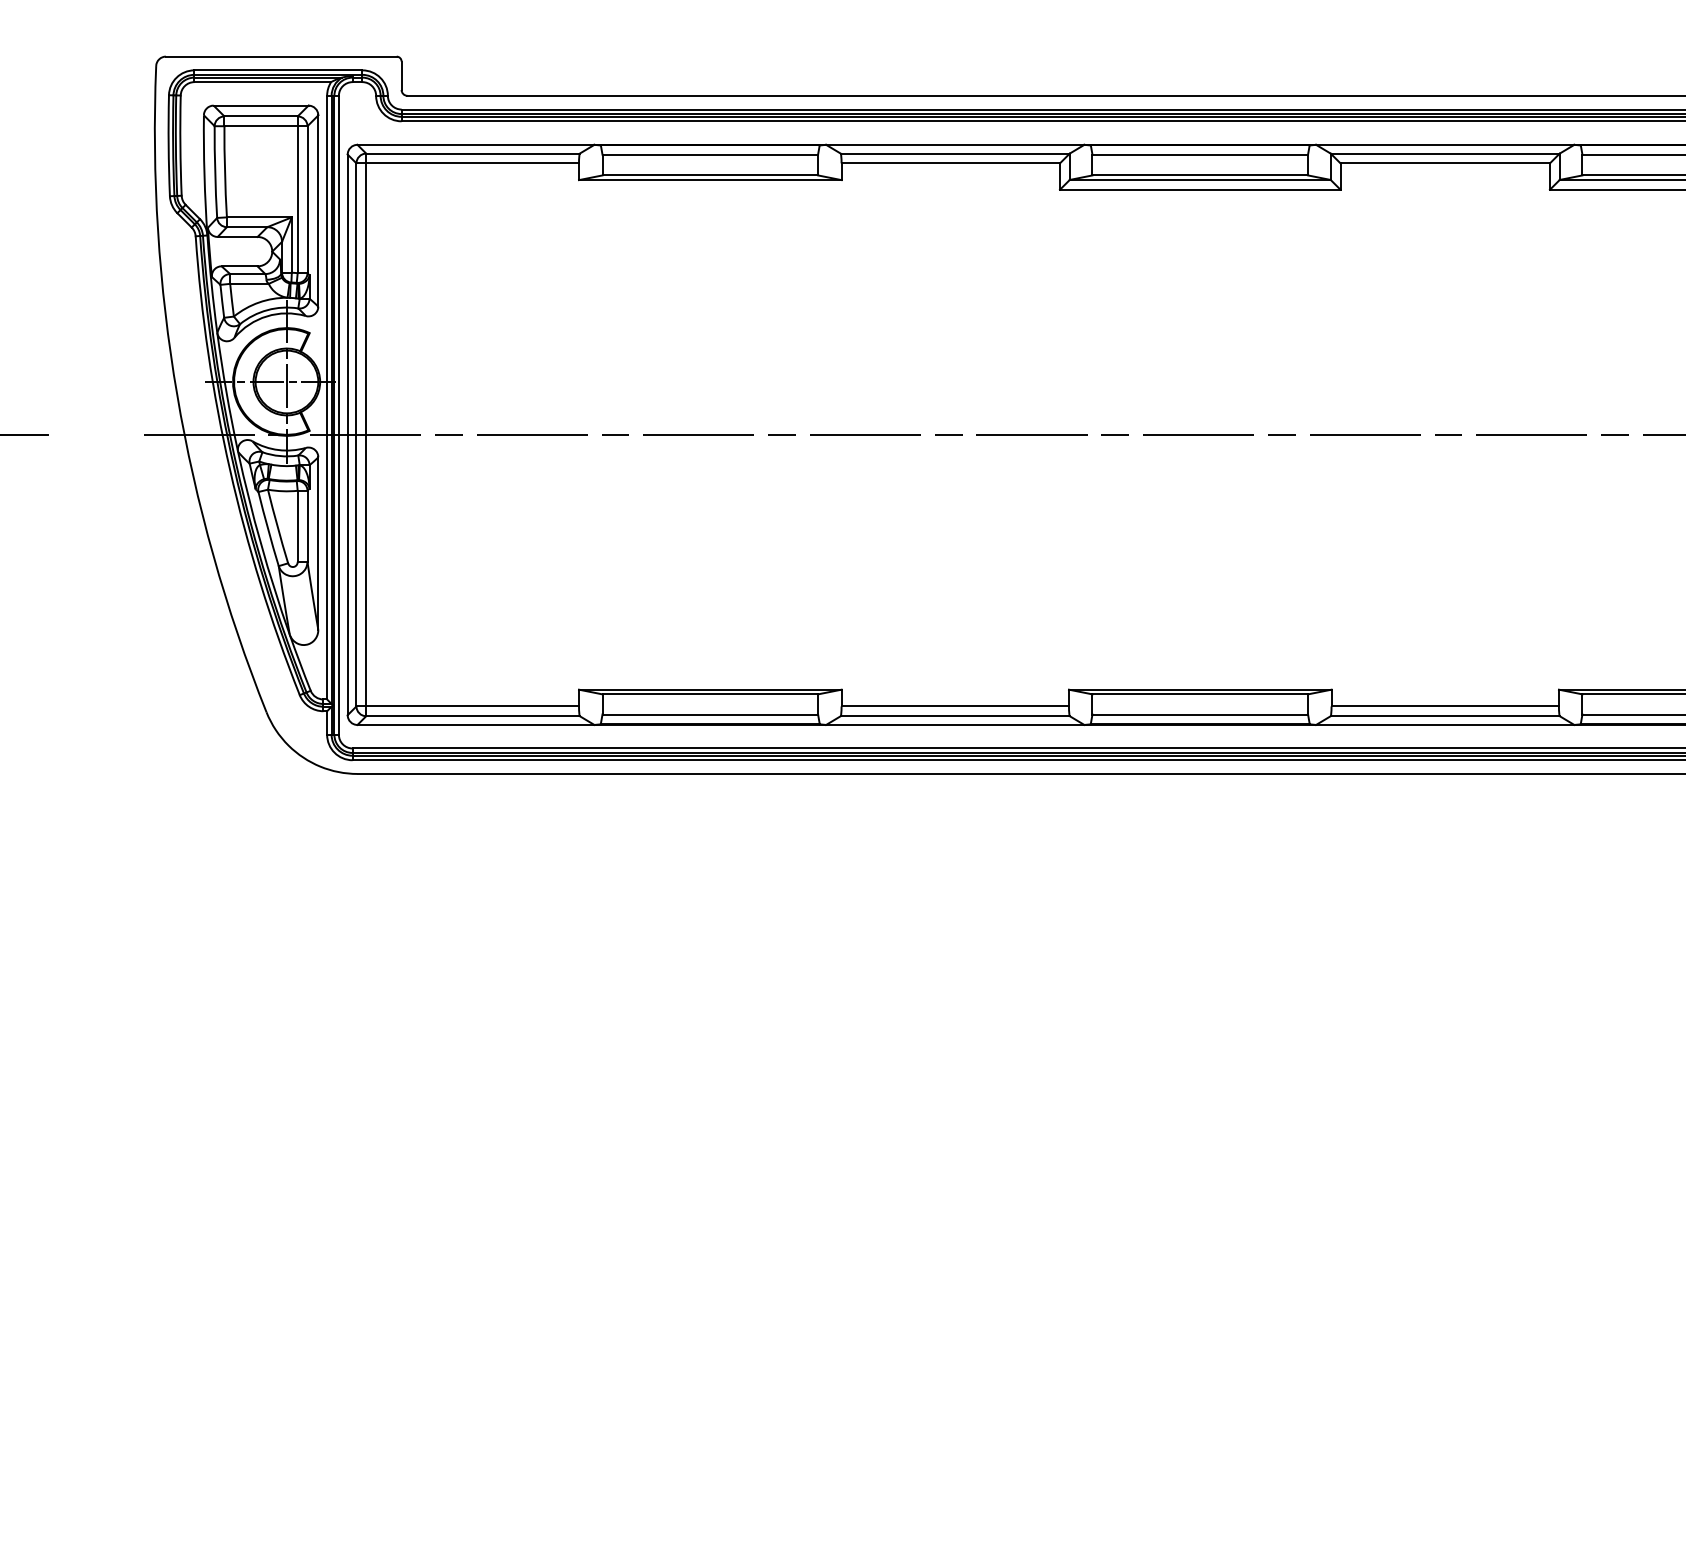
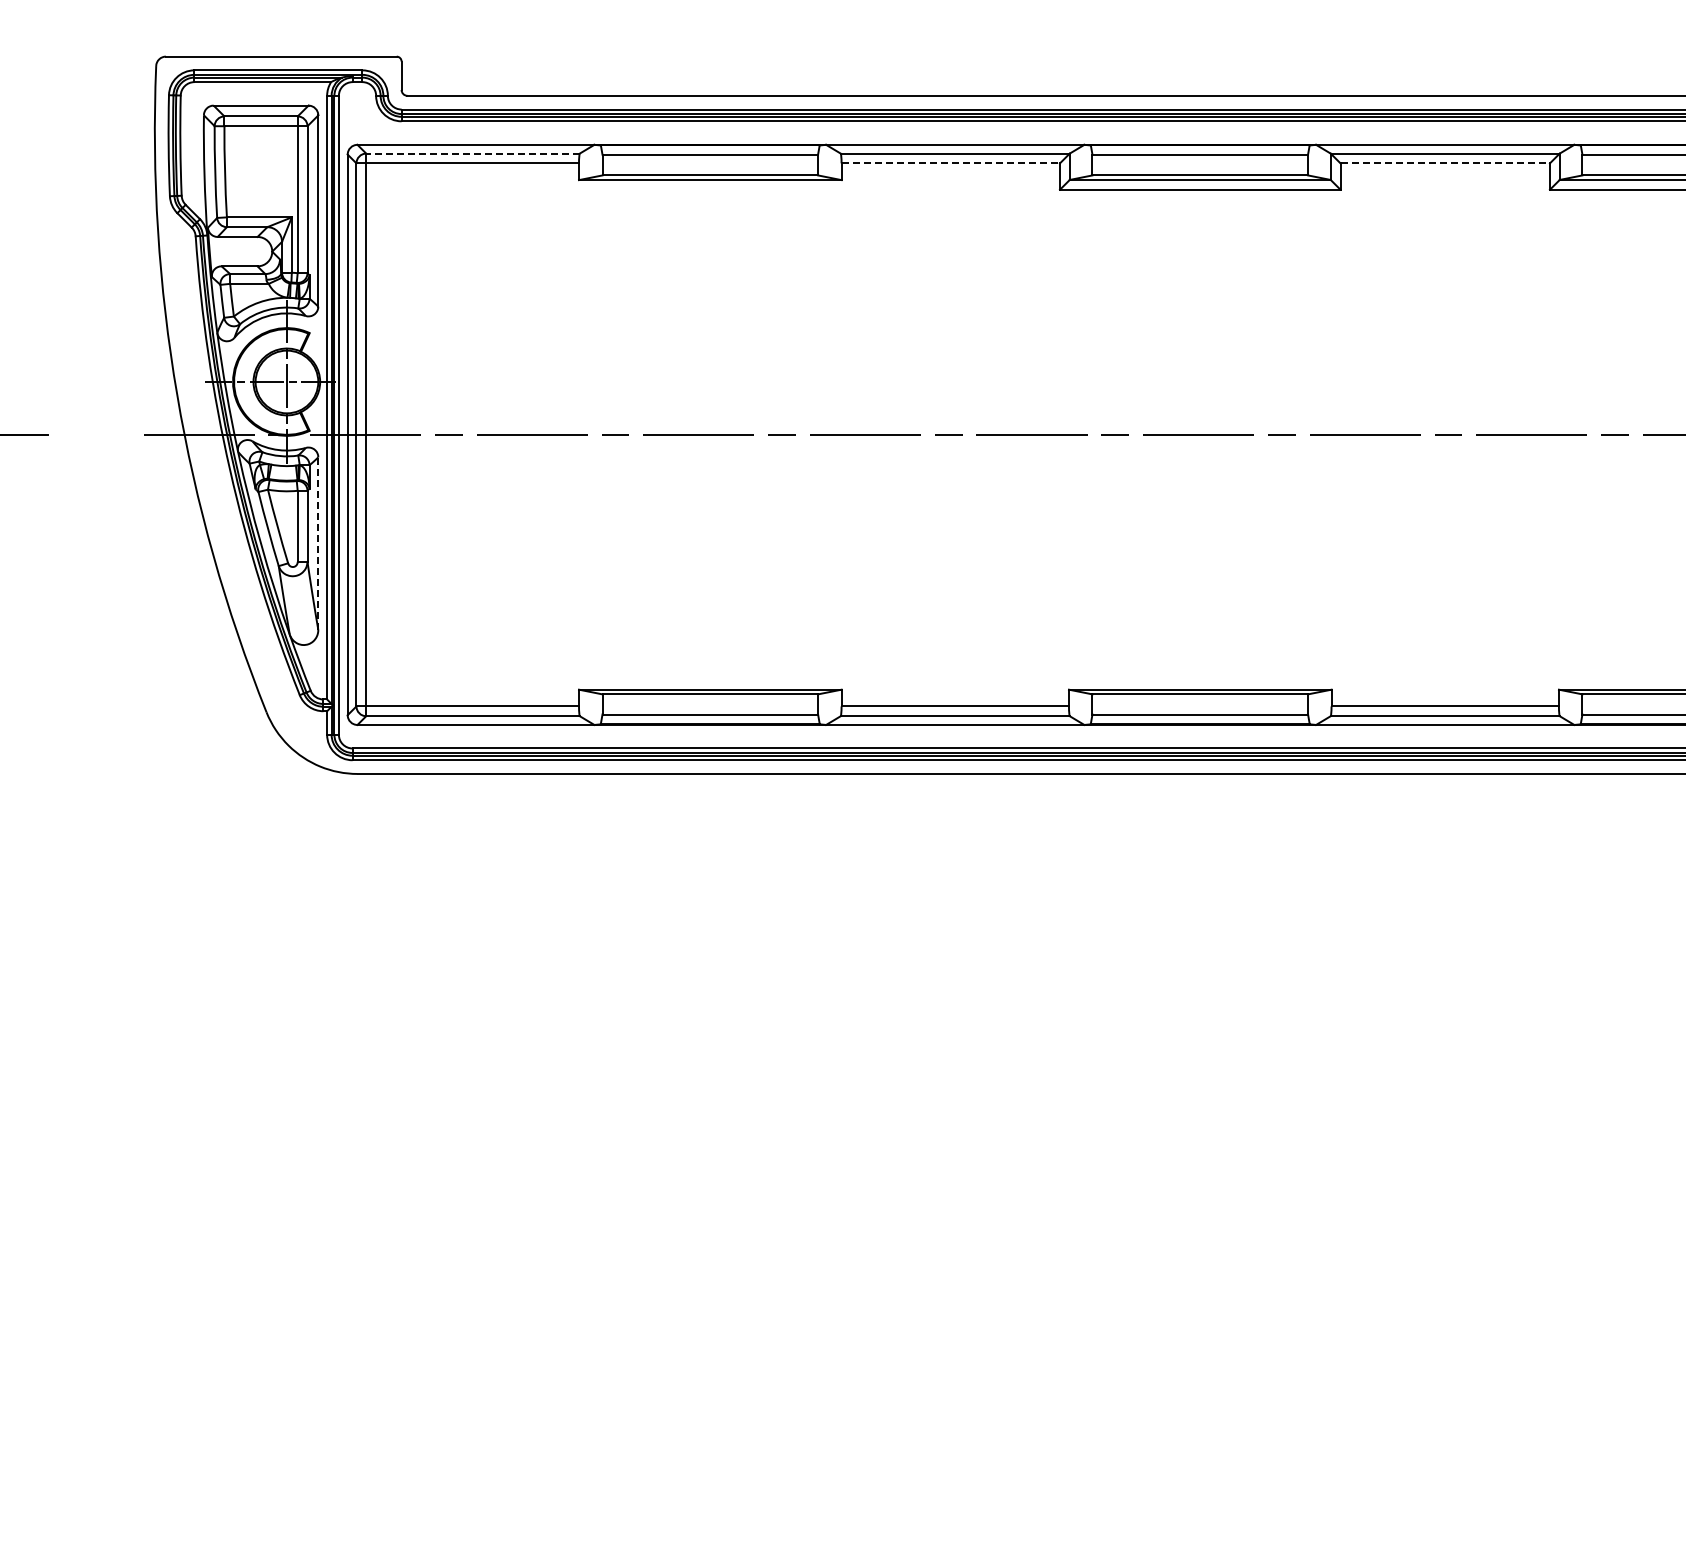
line at (473, 153): solid -> dashed
line at (951, 163): solid -> dashed
line at (1445, 163): solid -> dashed
line at (318, 543): solid -> dashed
